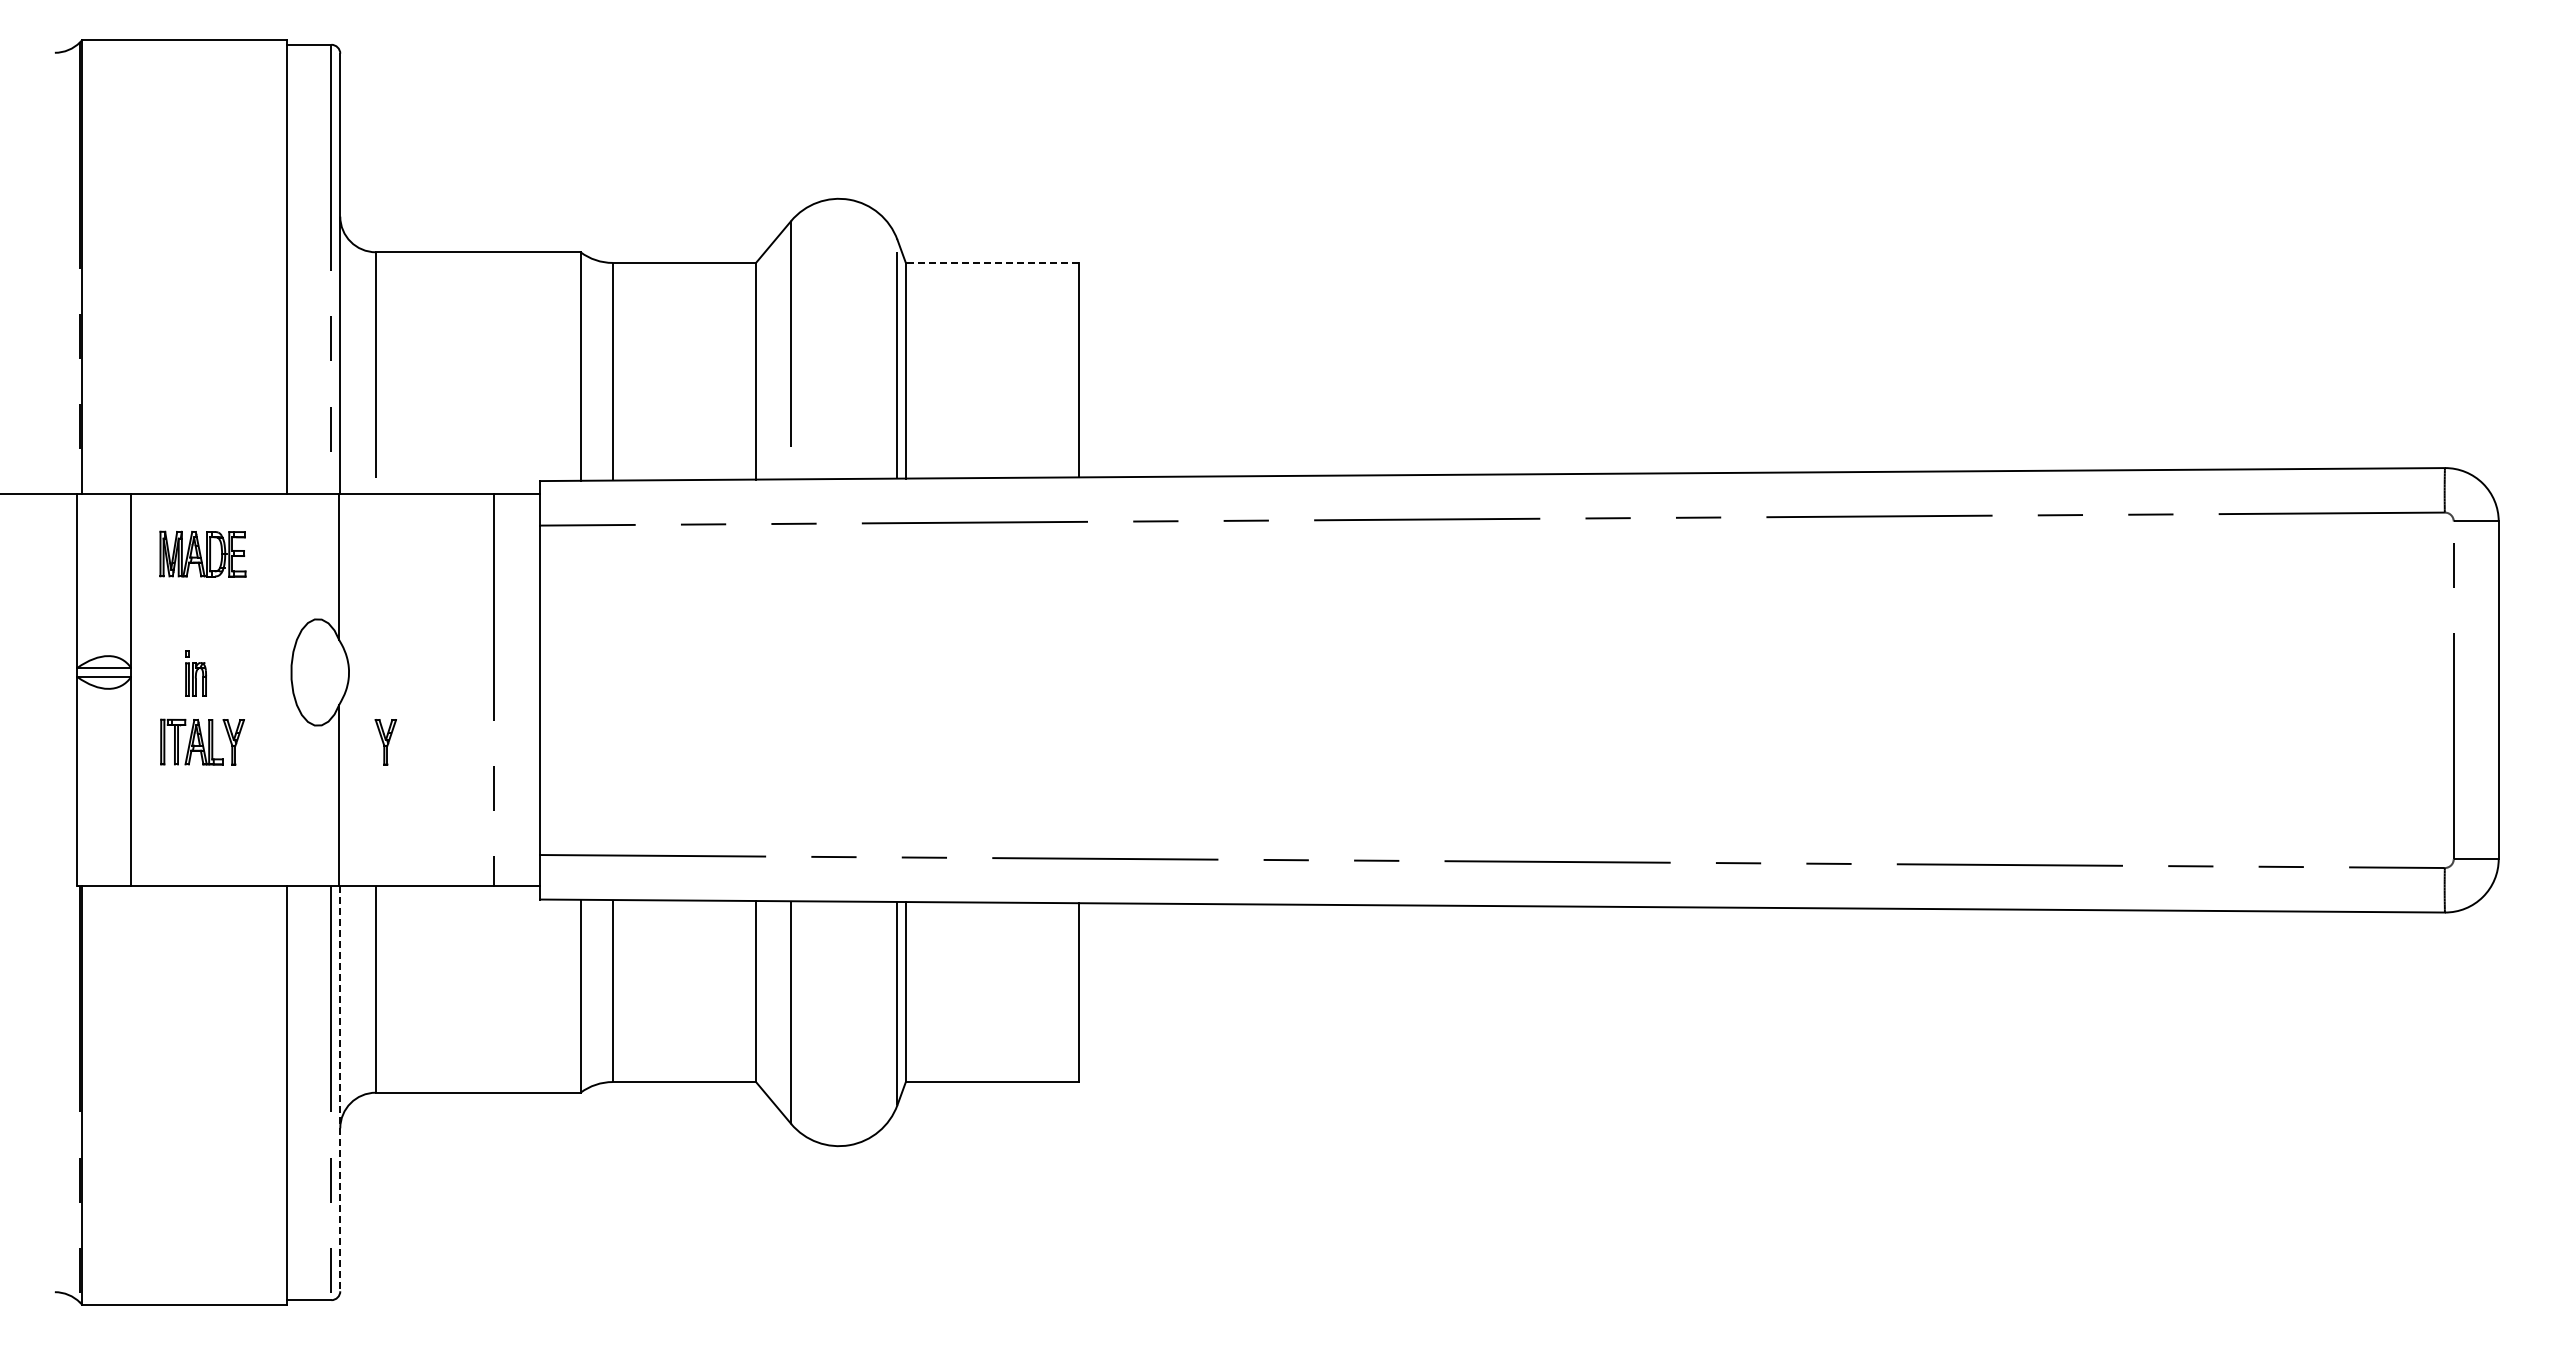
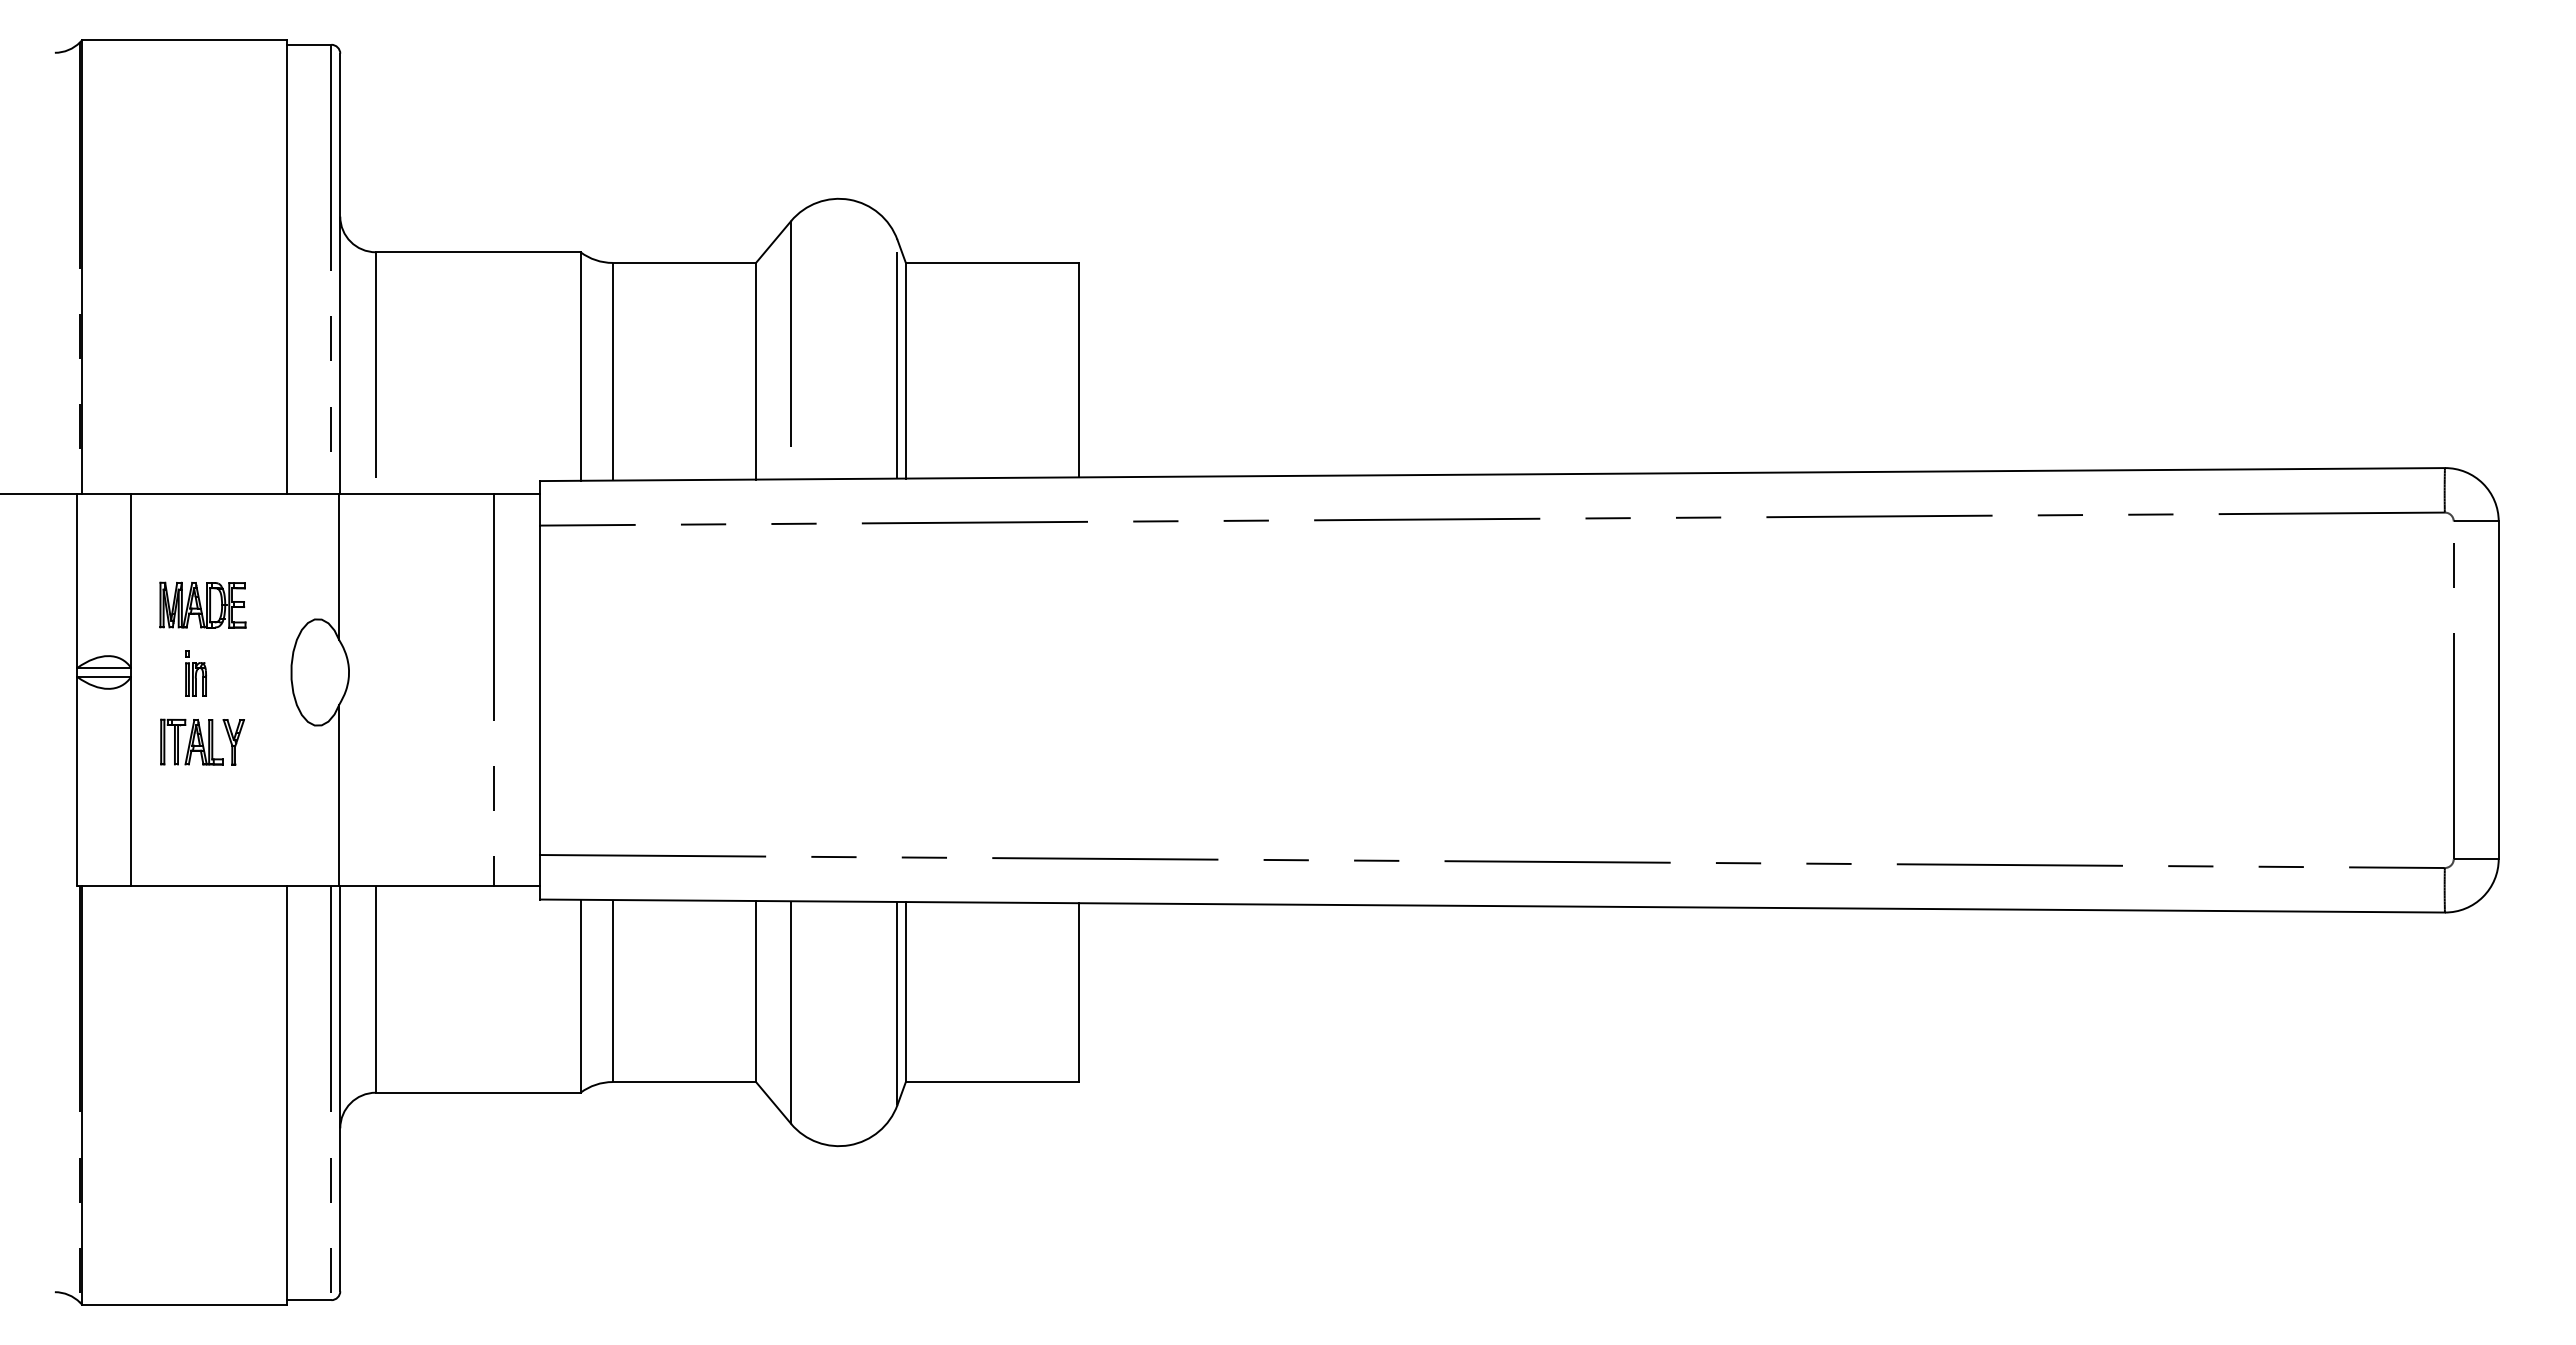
line at (992, 262): dashed -> solid
part at (202, 553) position: (202, 553) -> (202, 604)
part at (385, 742): present -> none
line at (340, 1088): dashed -> solid
